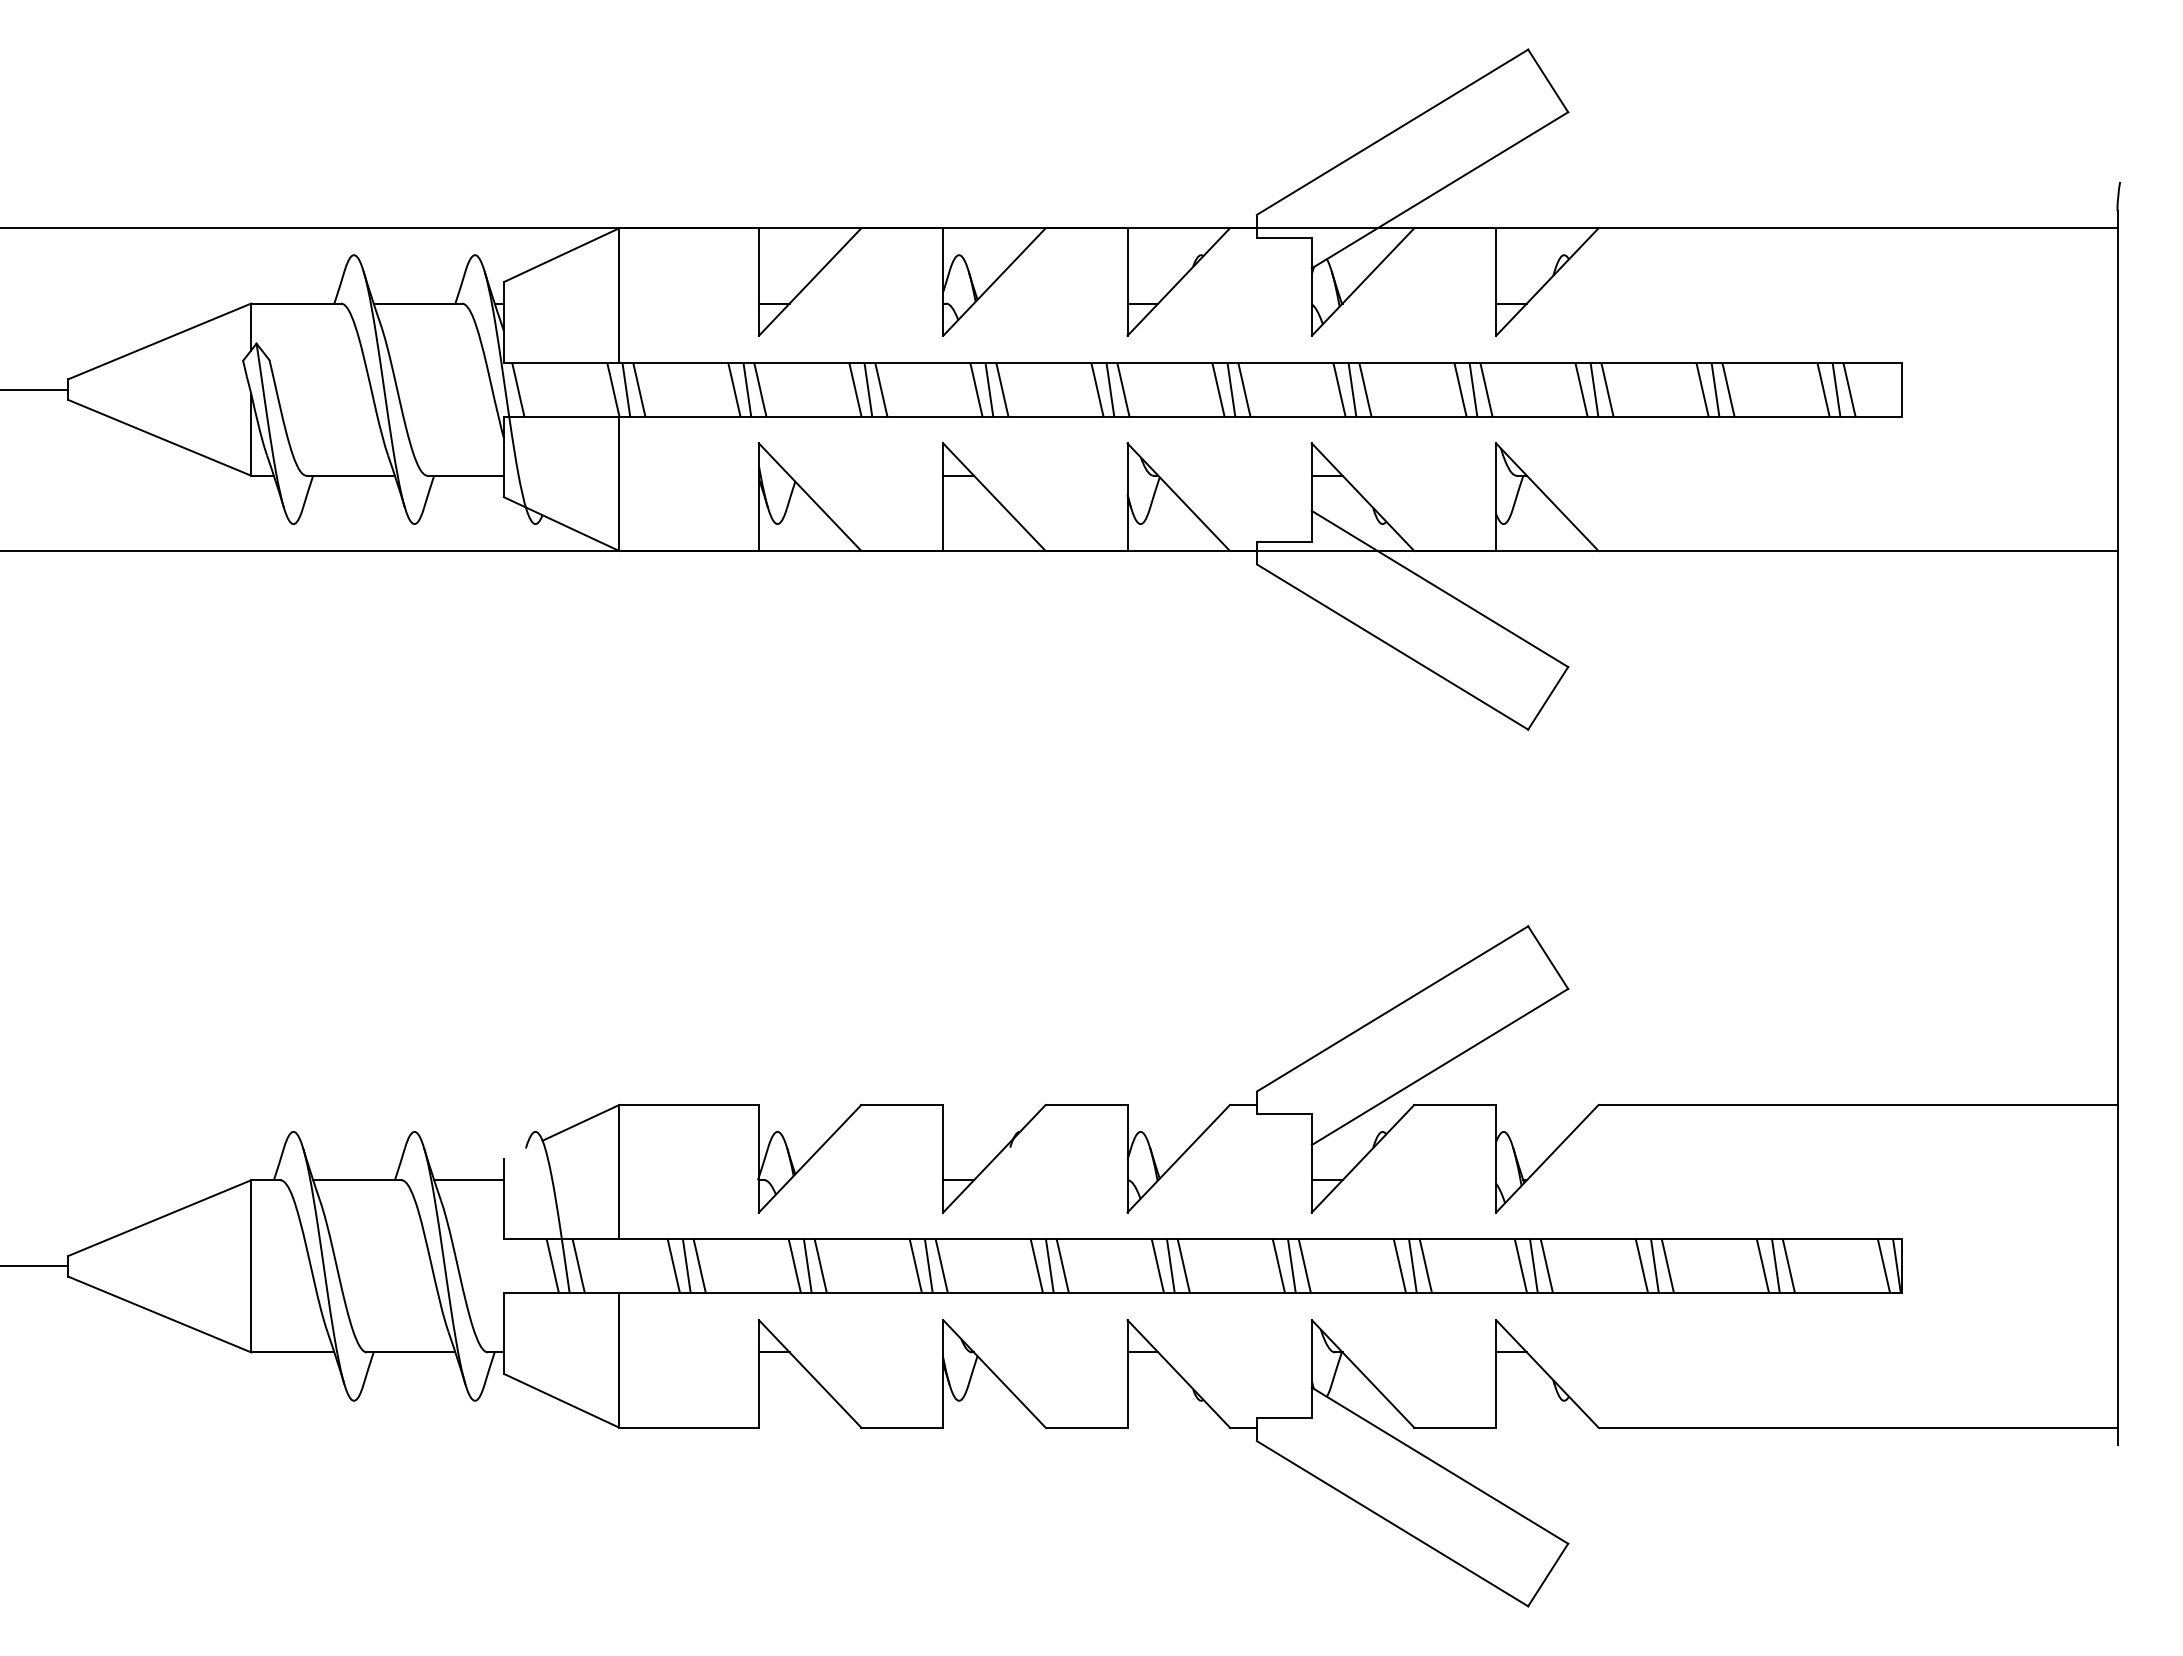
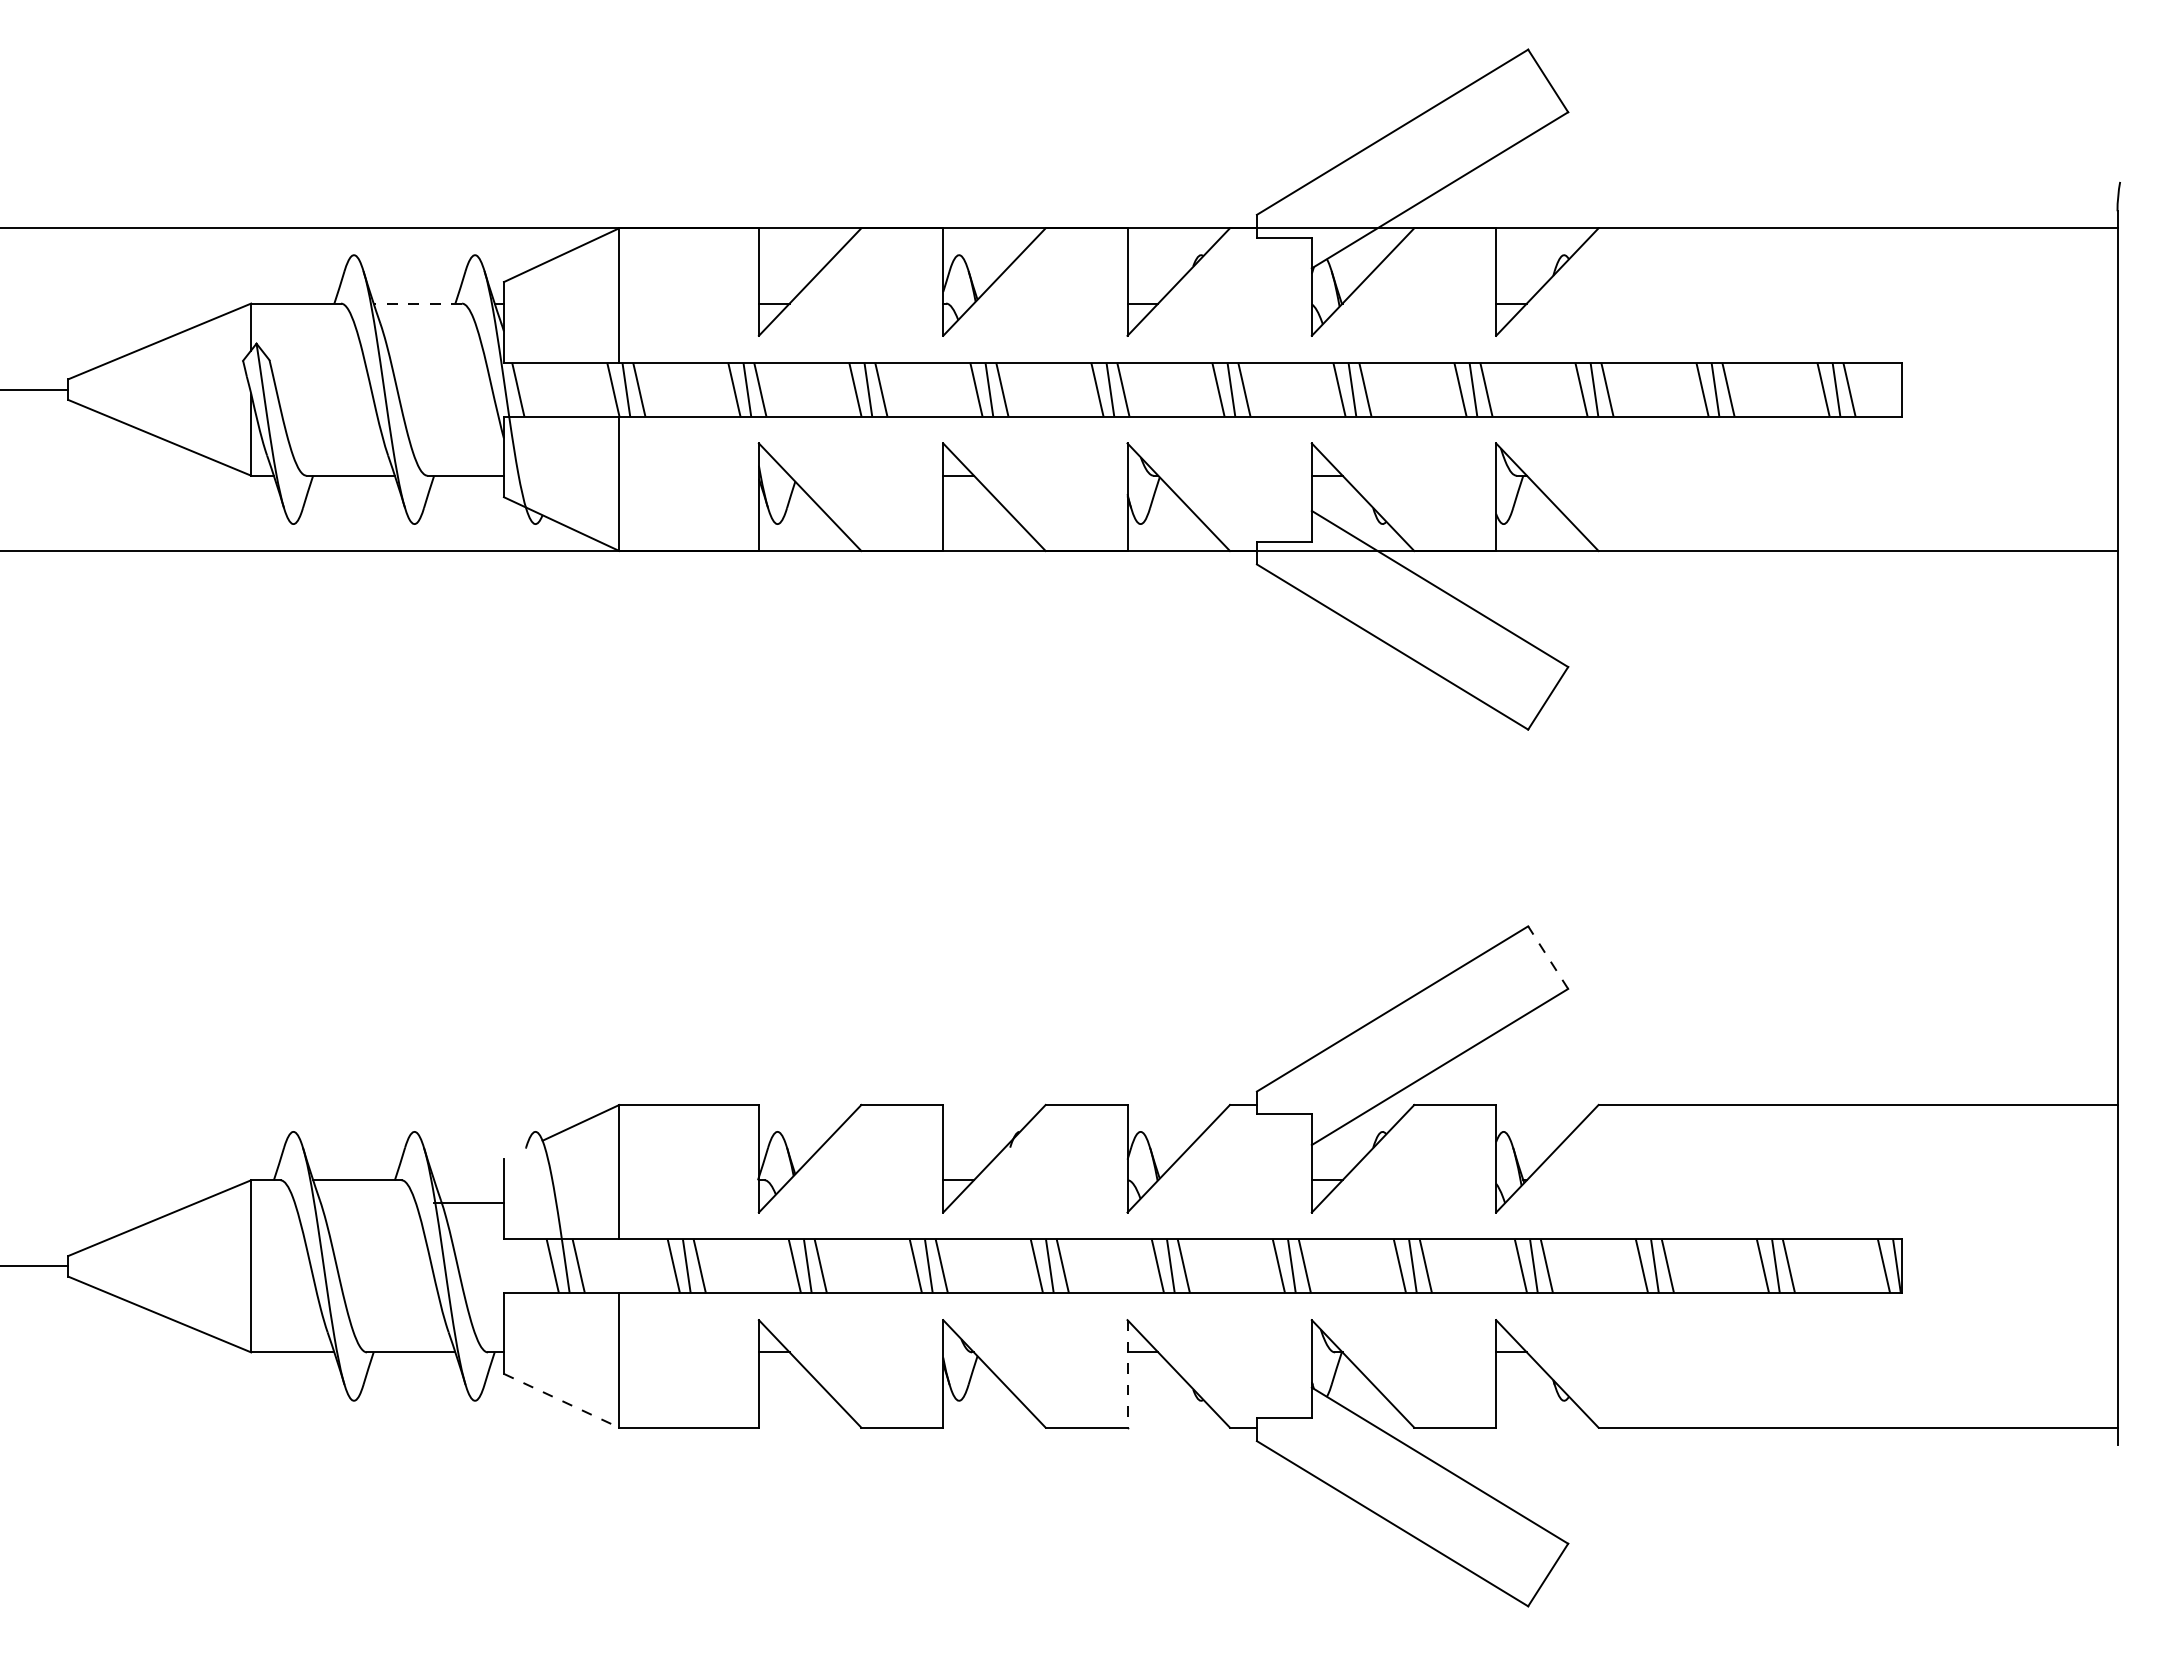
line at (417, 303): solid -> dashed
line at (1547, 957): solid -> dashed
line at (468, 1180) position: (468, 1180) -> (468, 1203)
line at (1127, 1373): solid -> dashed
line at (561, 1400): solid -> dashed
